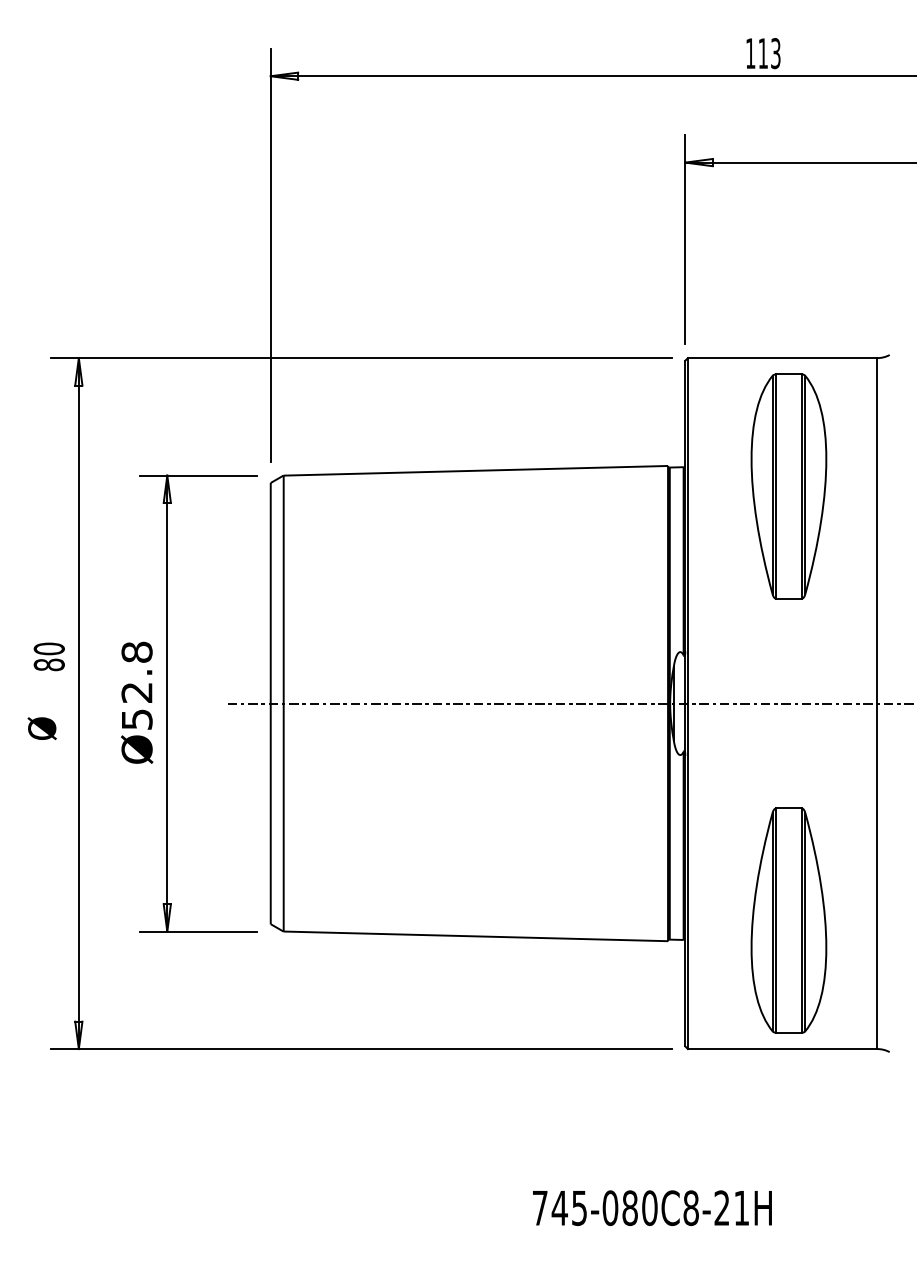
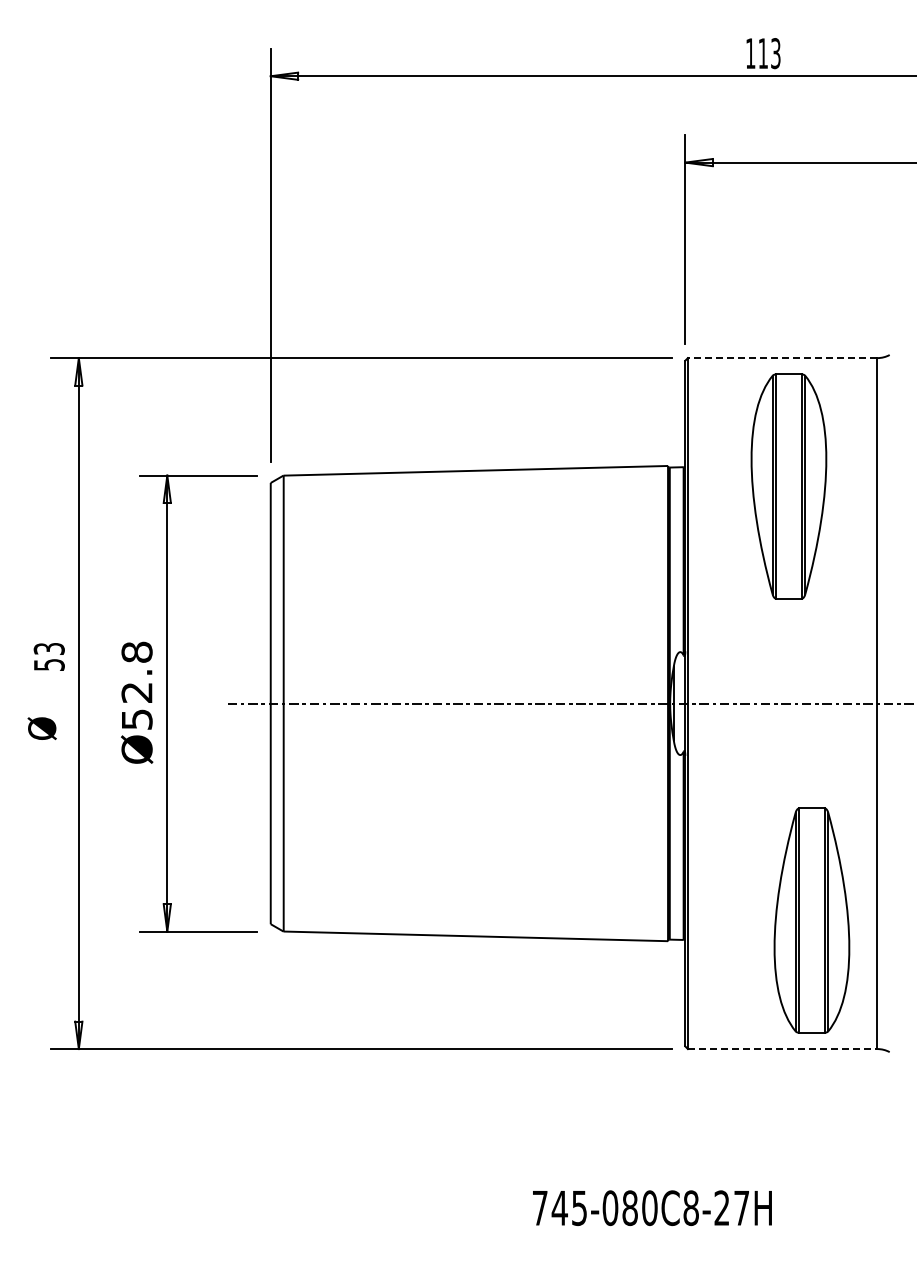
line at (782, 358): solid -> dashed
text at (48, 656): 80 -> 53
part at (788, 920) position: (788, 920) -> (811, 920)
line at (782, 1049): solid -> dashed
text at (741, 1208): 745-080C8-21H -> 745-080C8-27H
